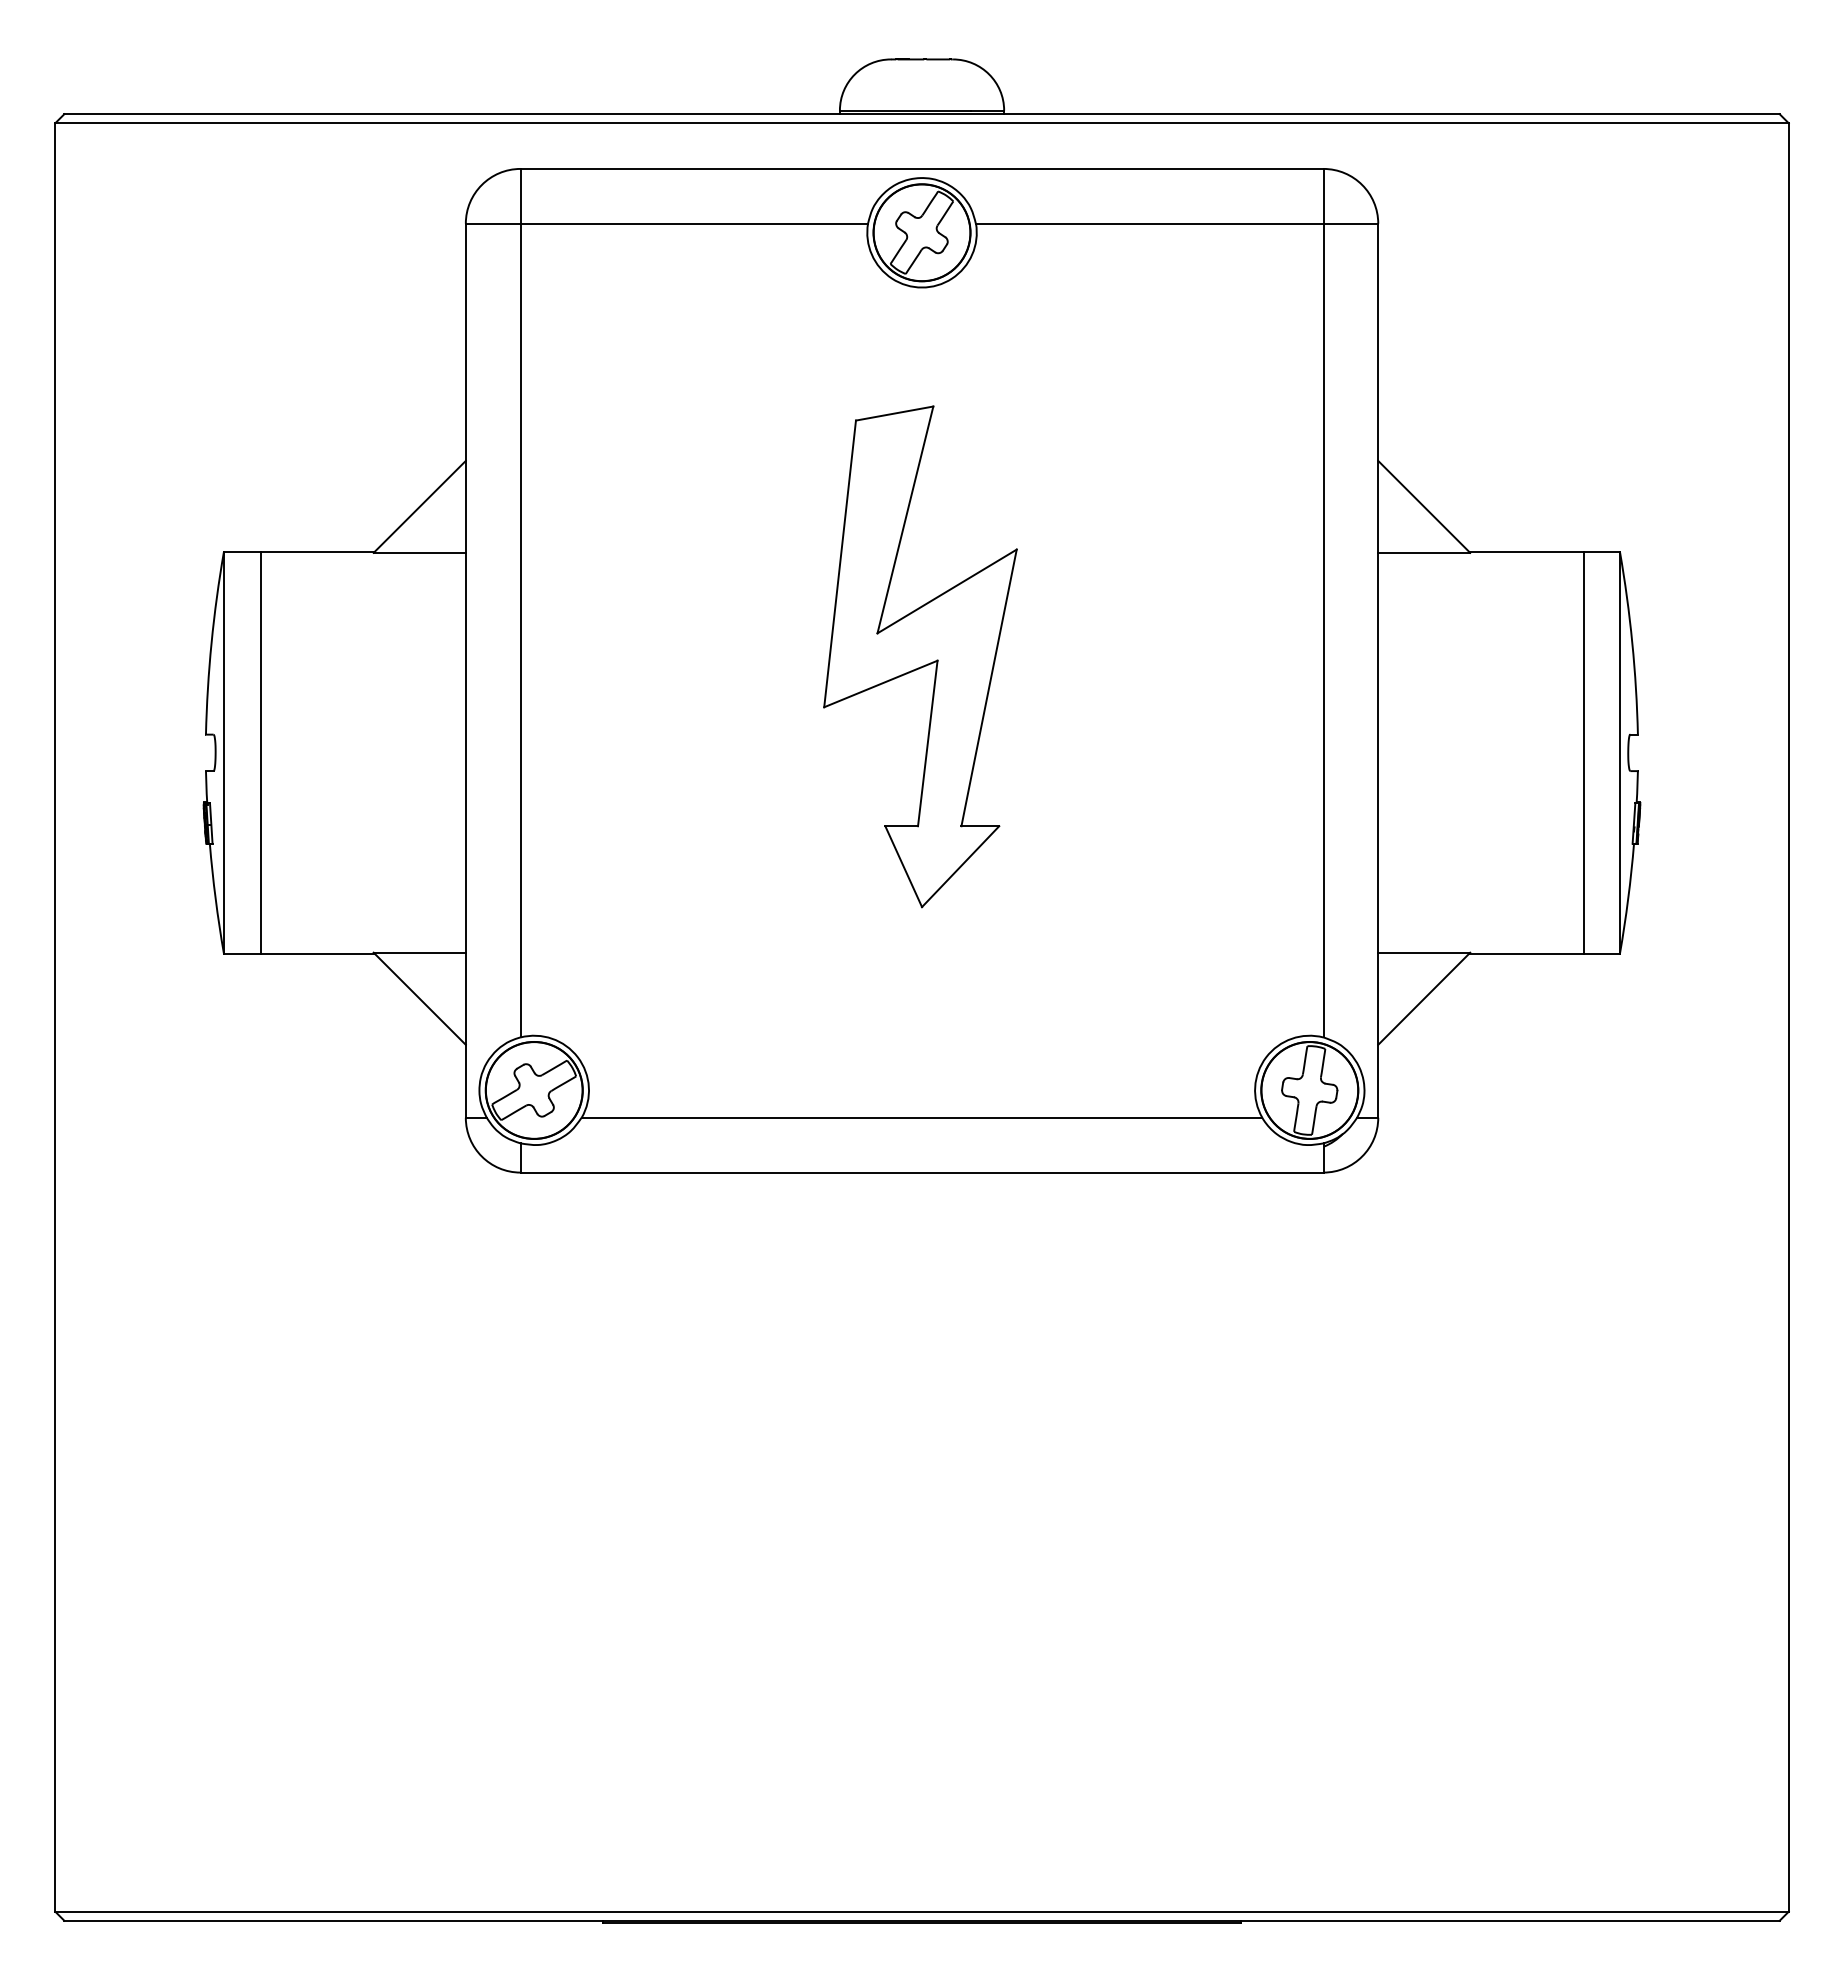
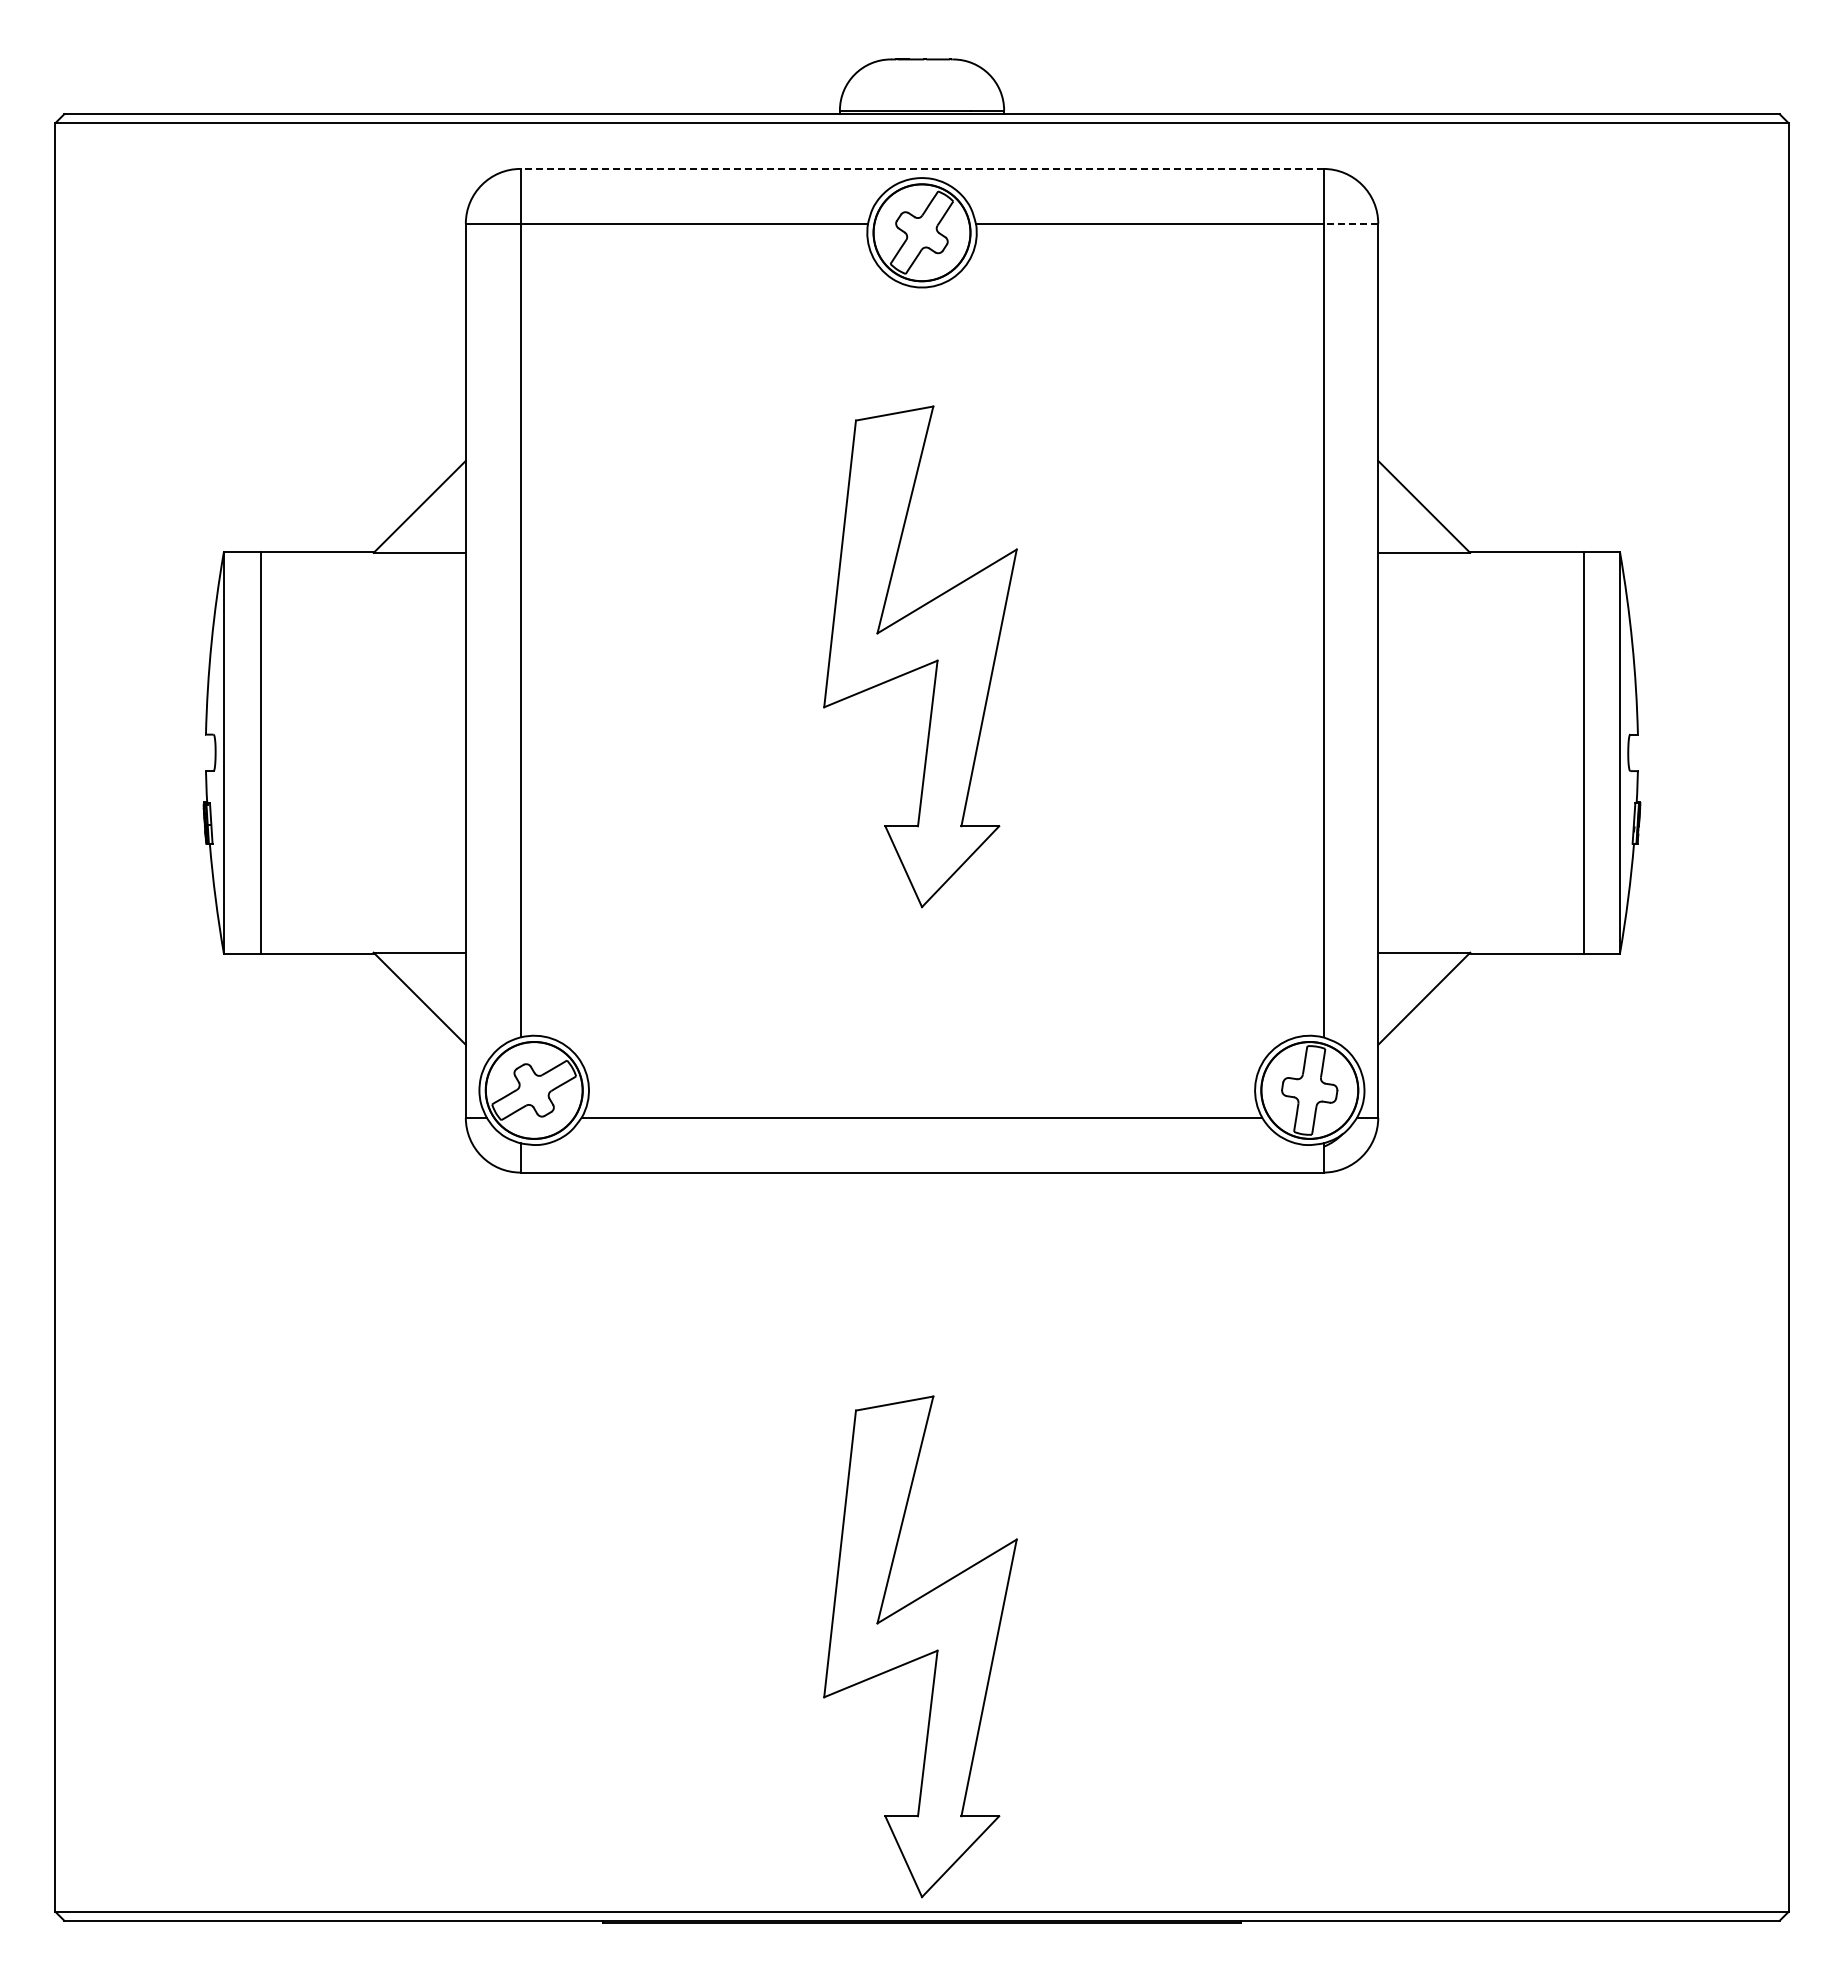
line at (921, 168): solid -> dashed
line at (1350, 223): solid -> dashed
part at (920, 1646): none -> present
